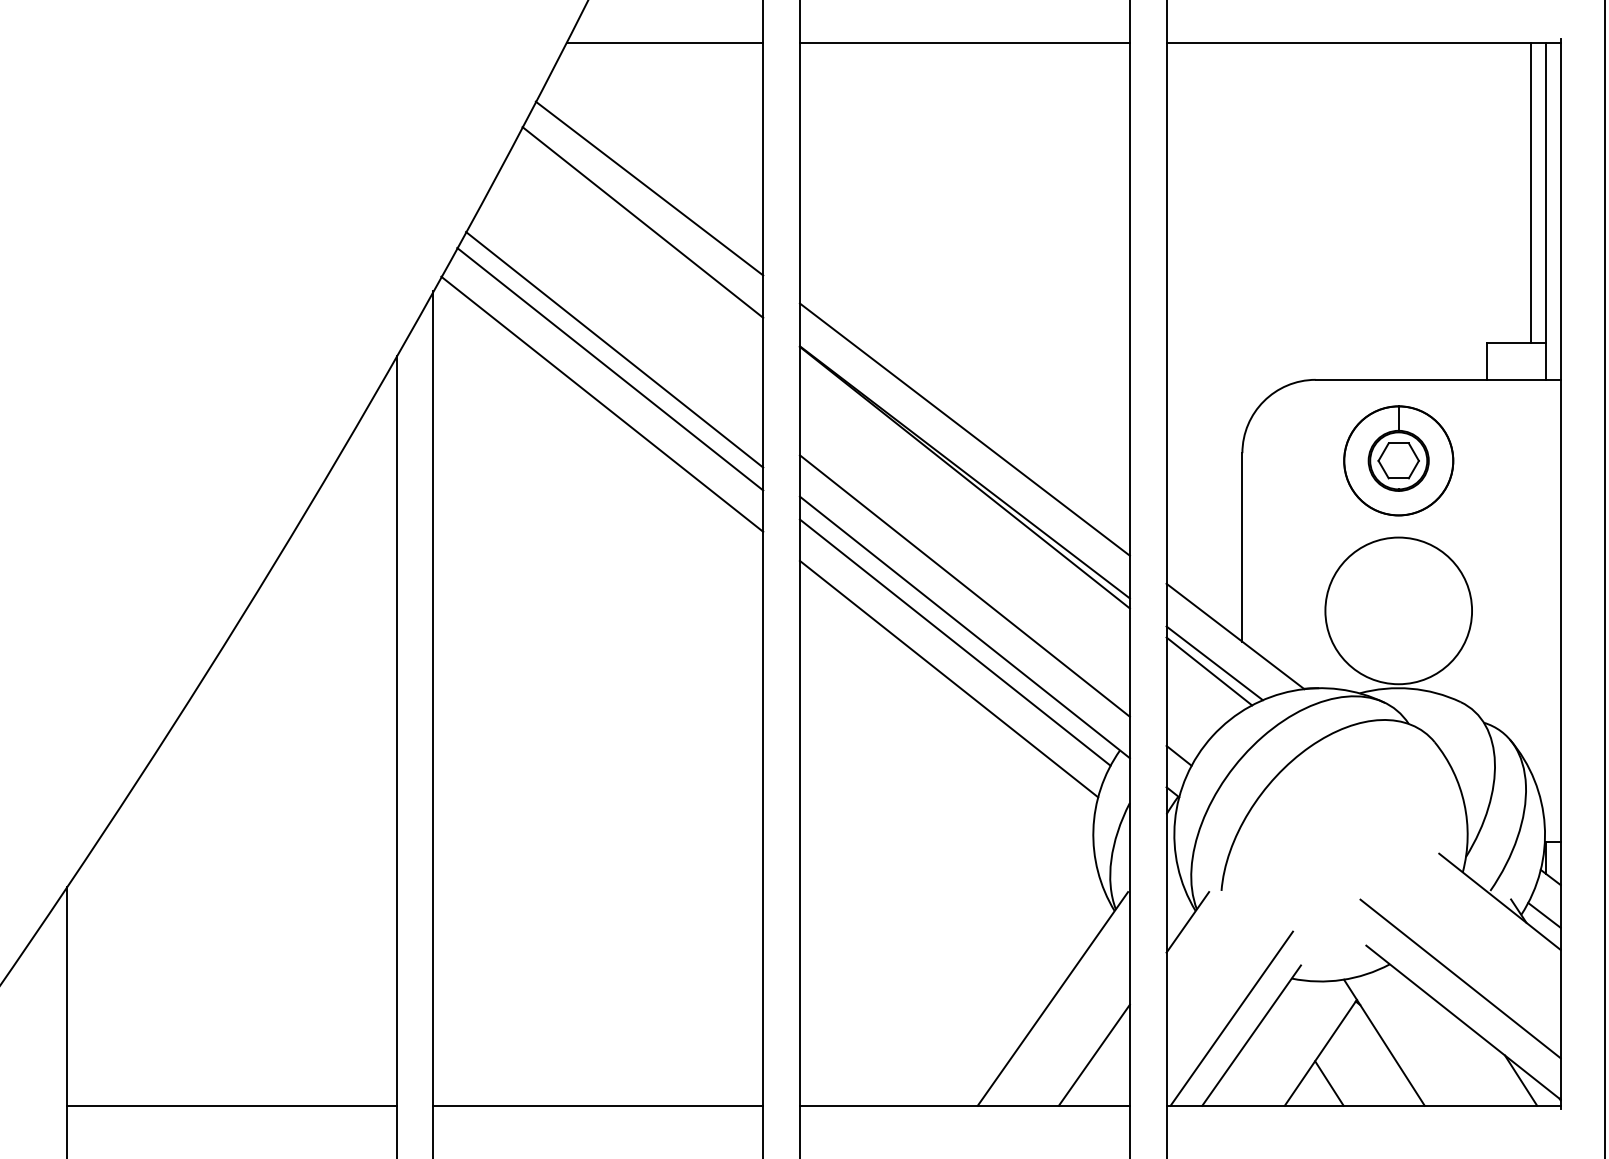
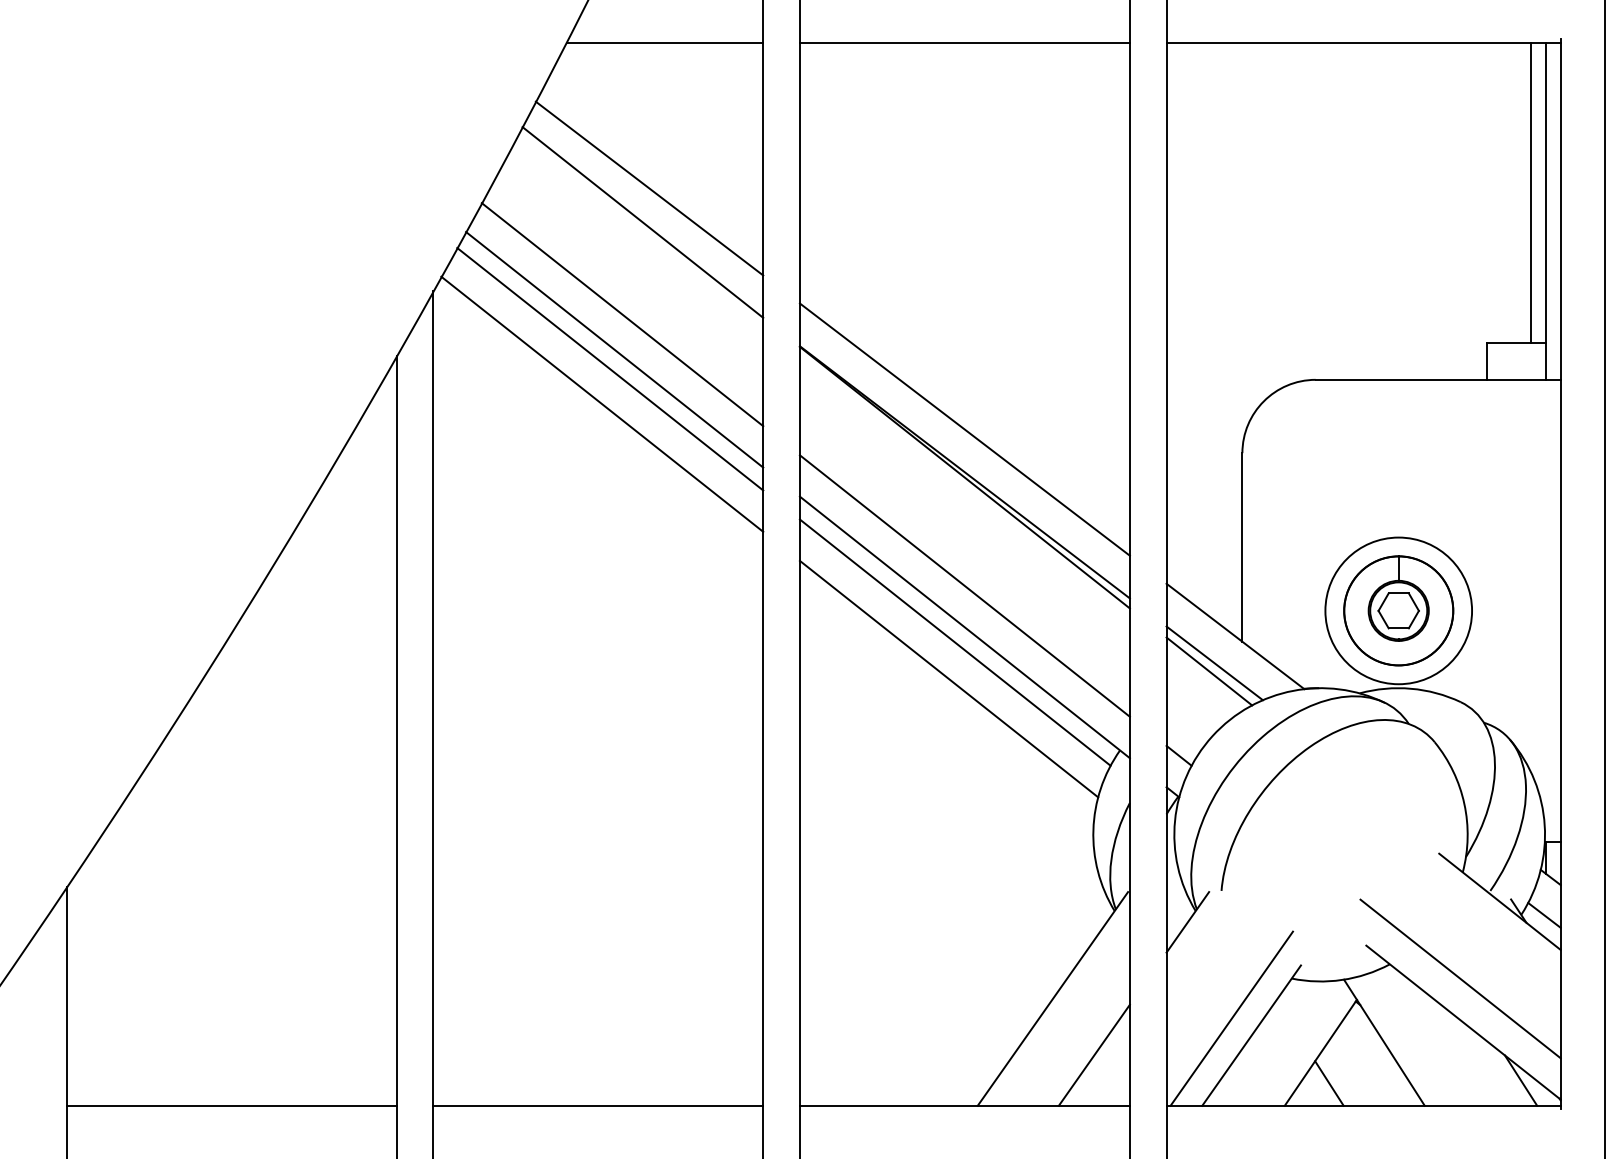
line at (622, 314): none -> present
part at (1398, 460) position: (1398, 460) -> (1398, 610)
